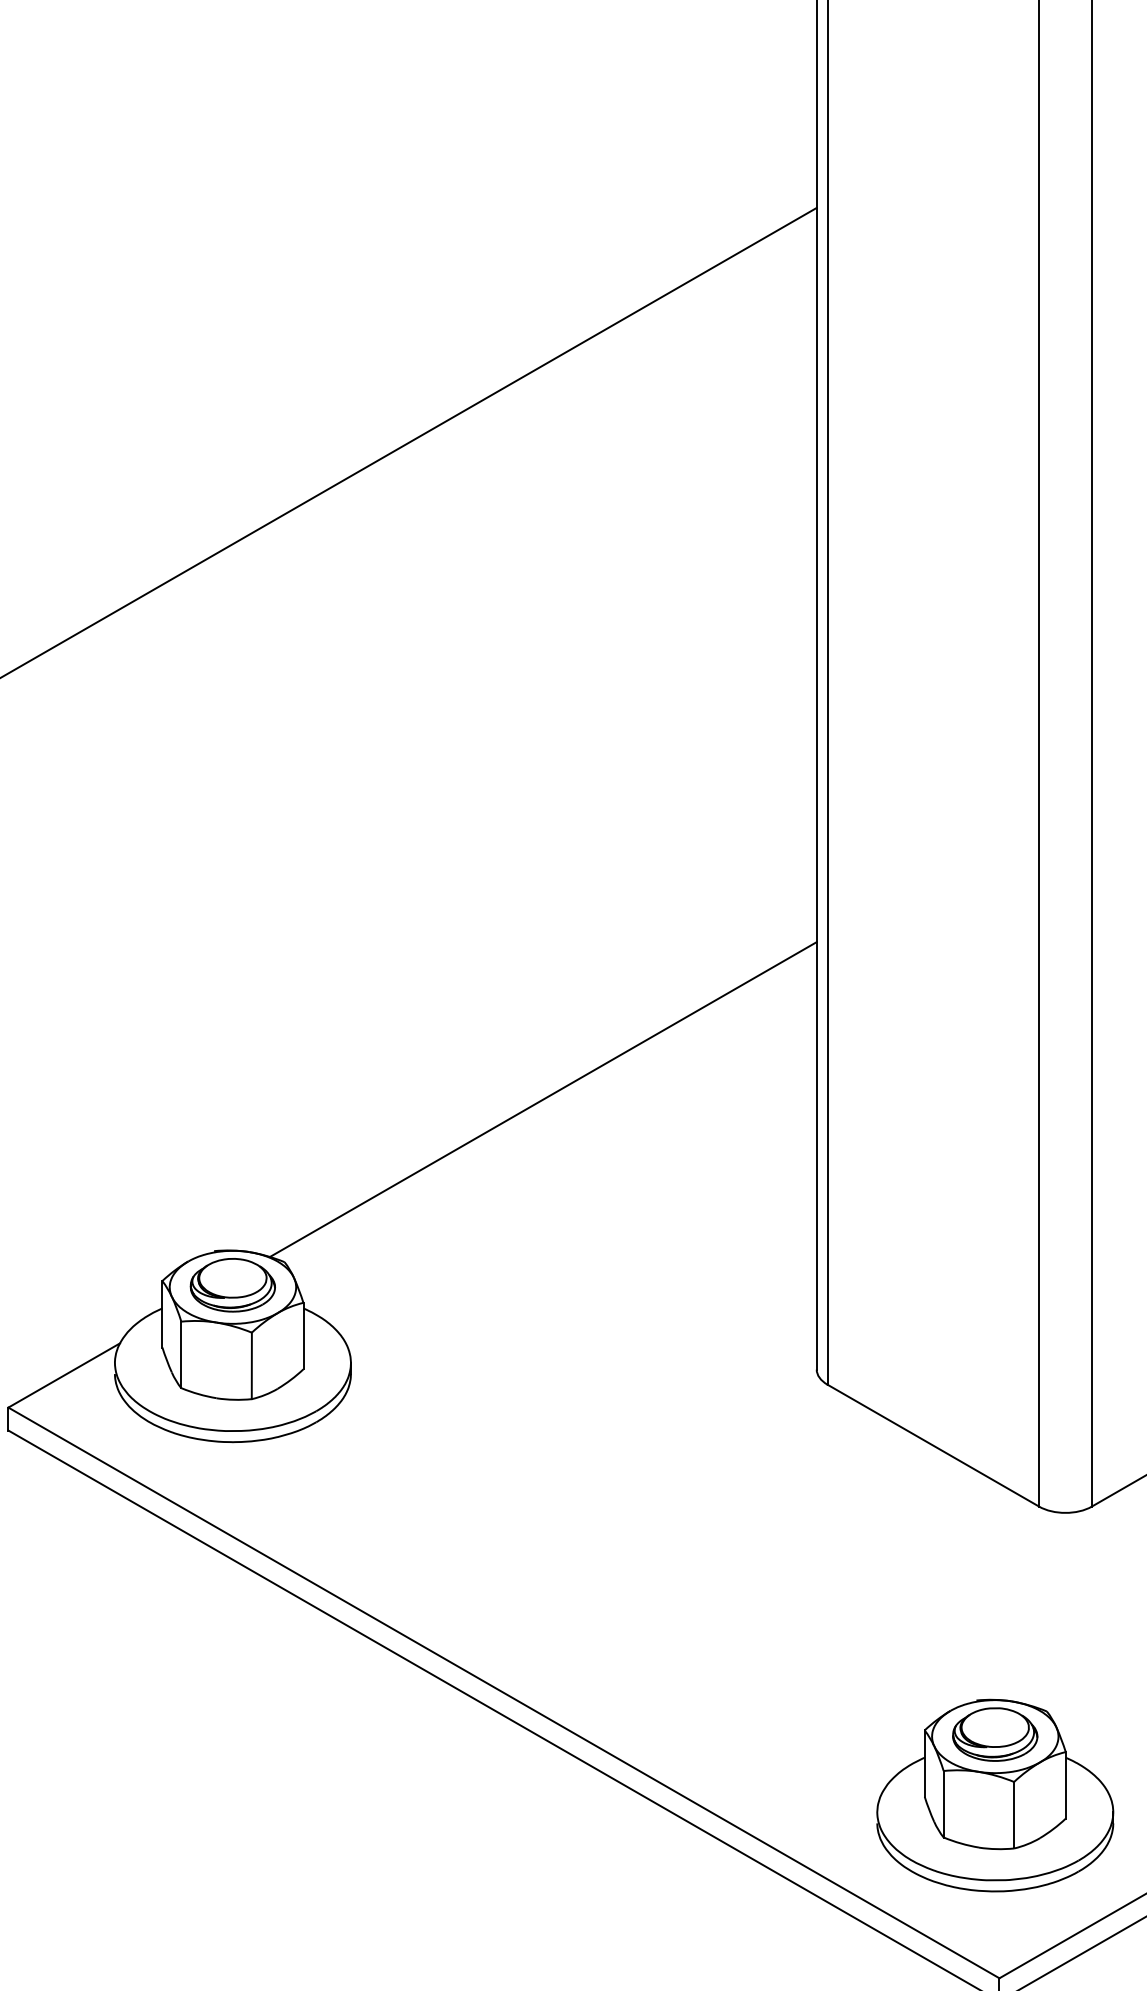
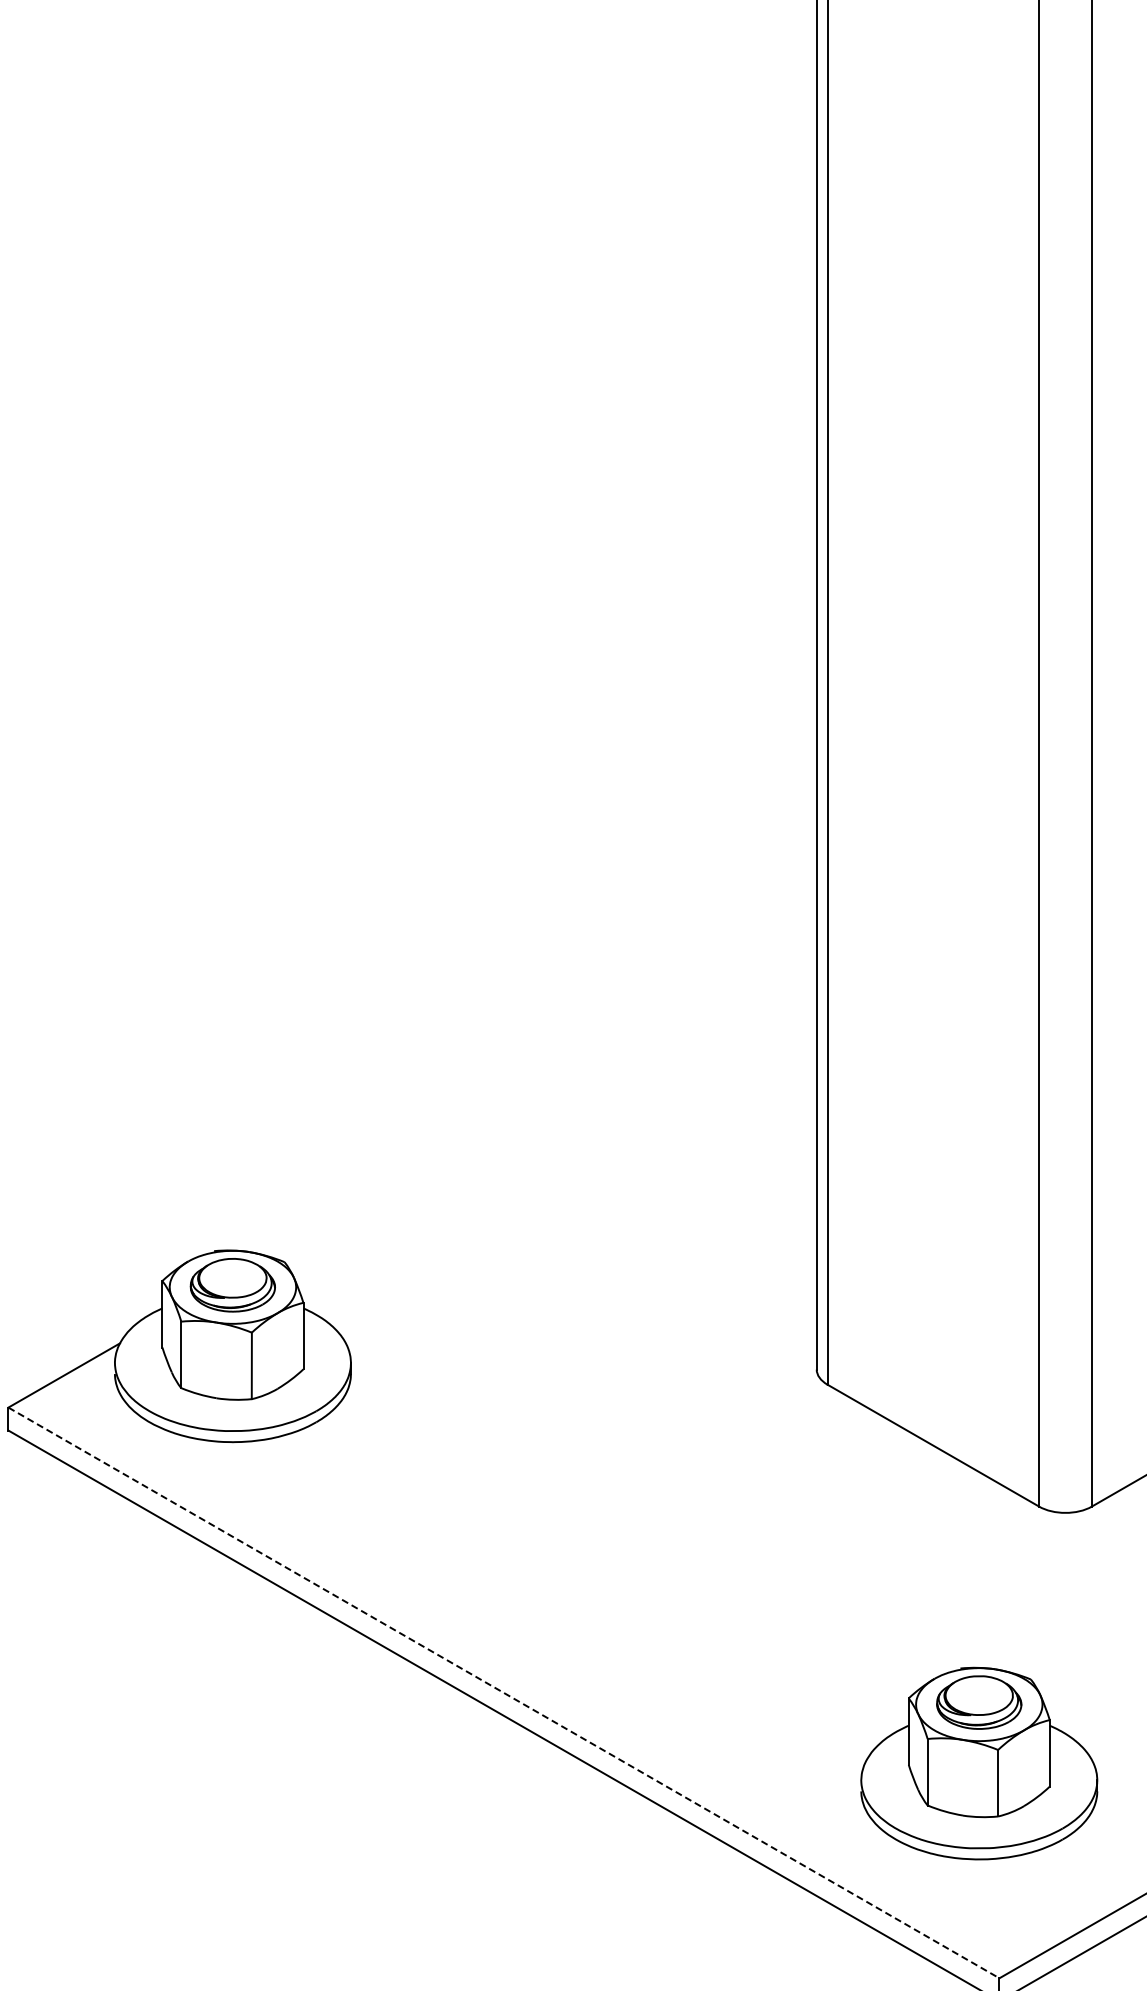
line at (409, 442): present -> none
line at (543, 1099): present -> none
line at (503, 1692): solid -> dashed
part at (995, 1795) position: (995, 1795) -> (979, 1763)
